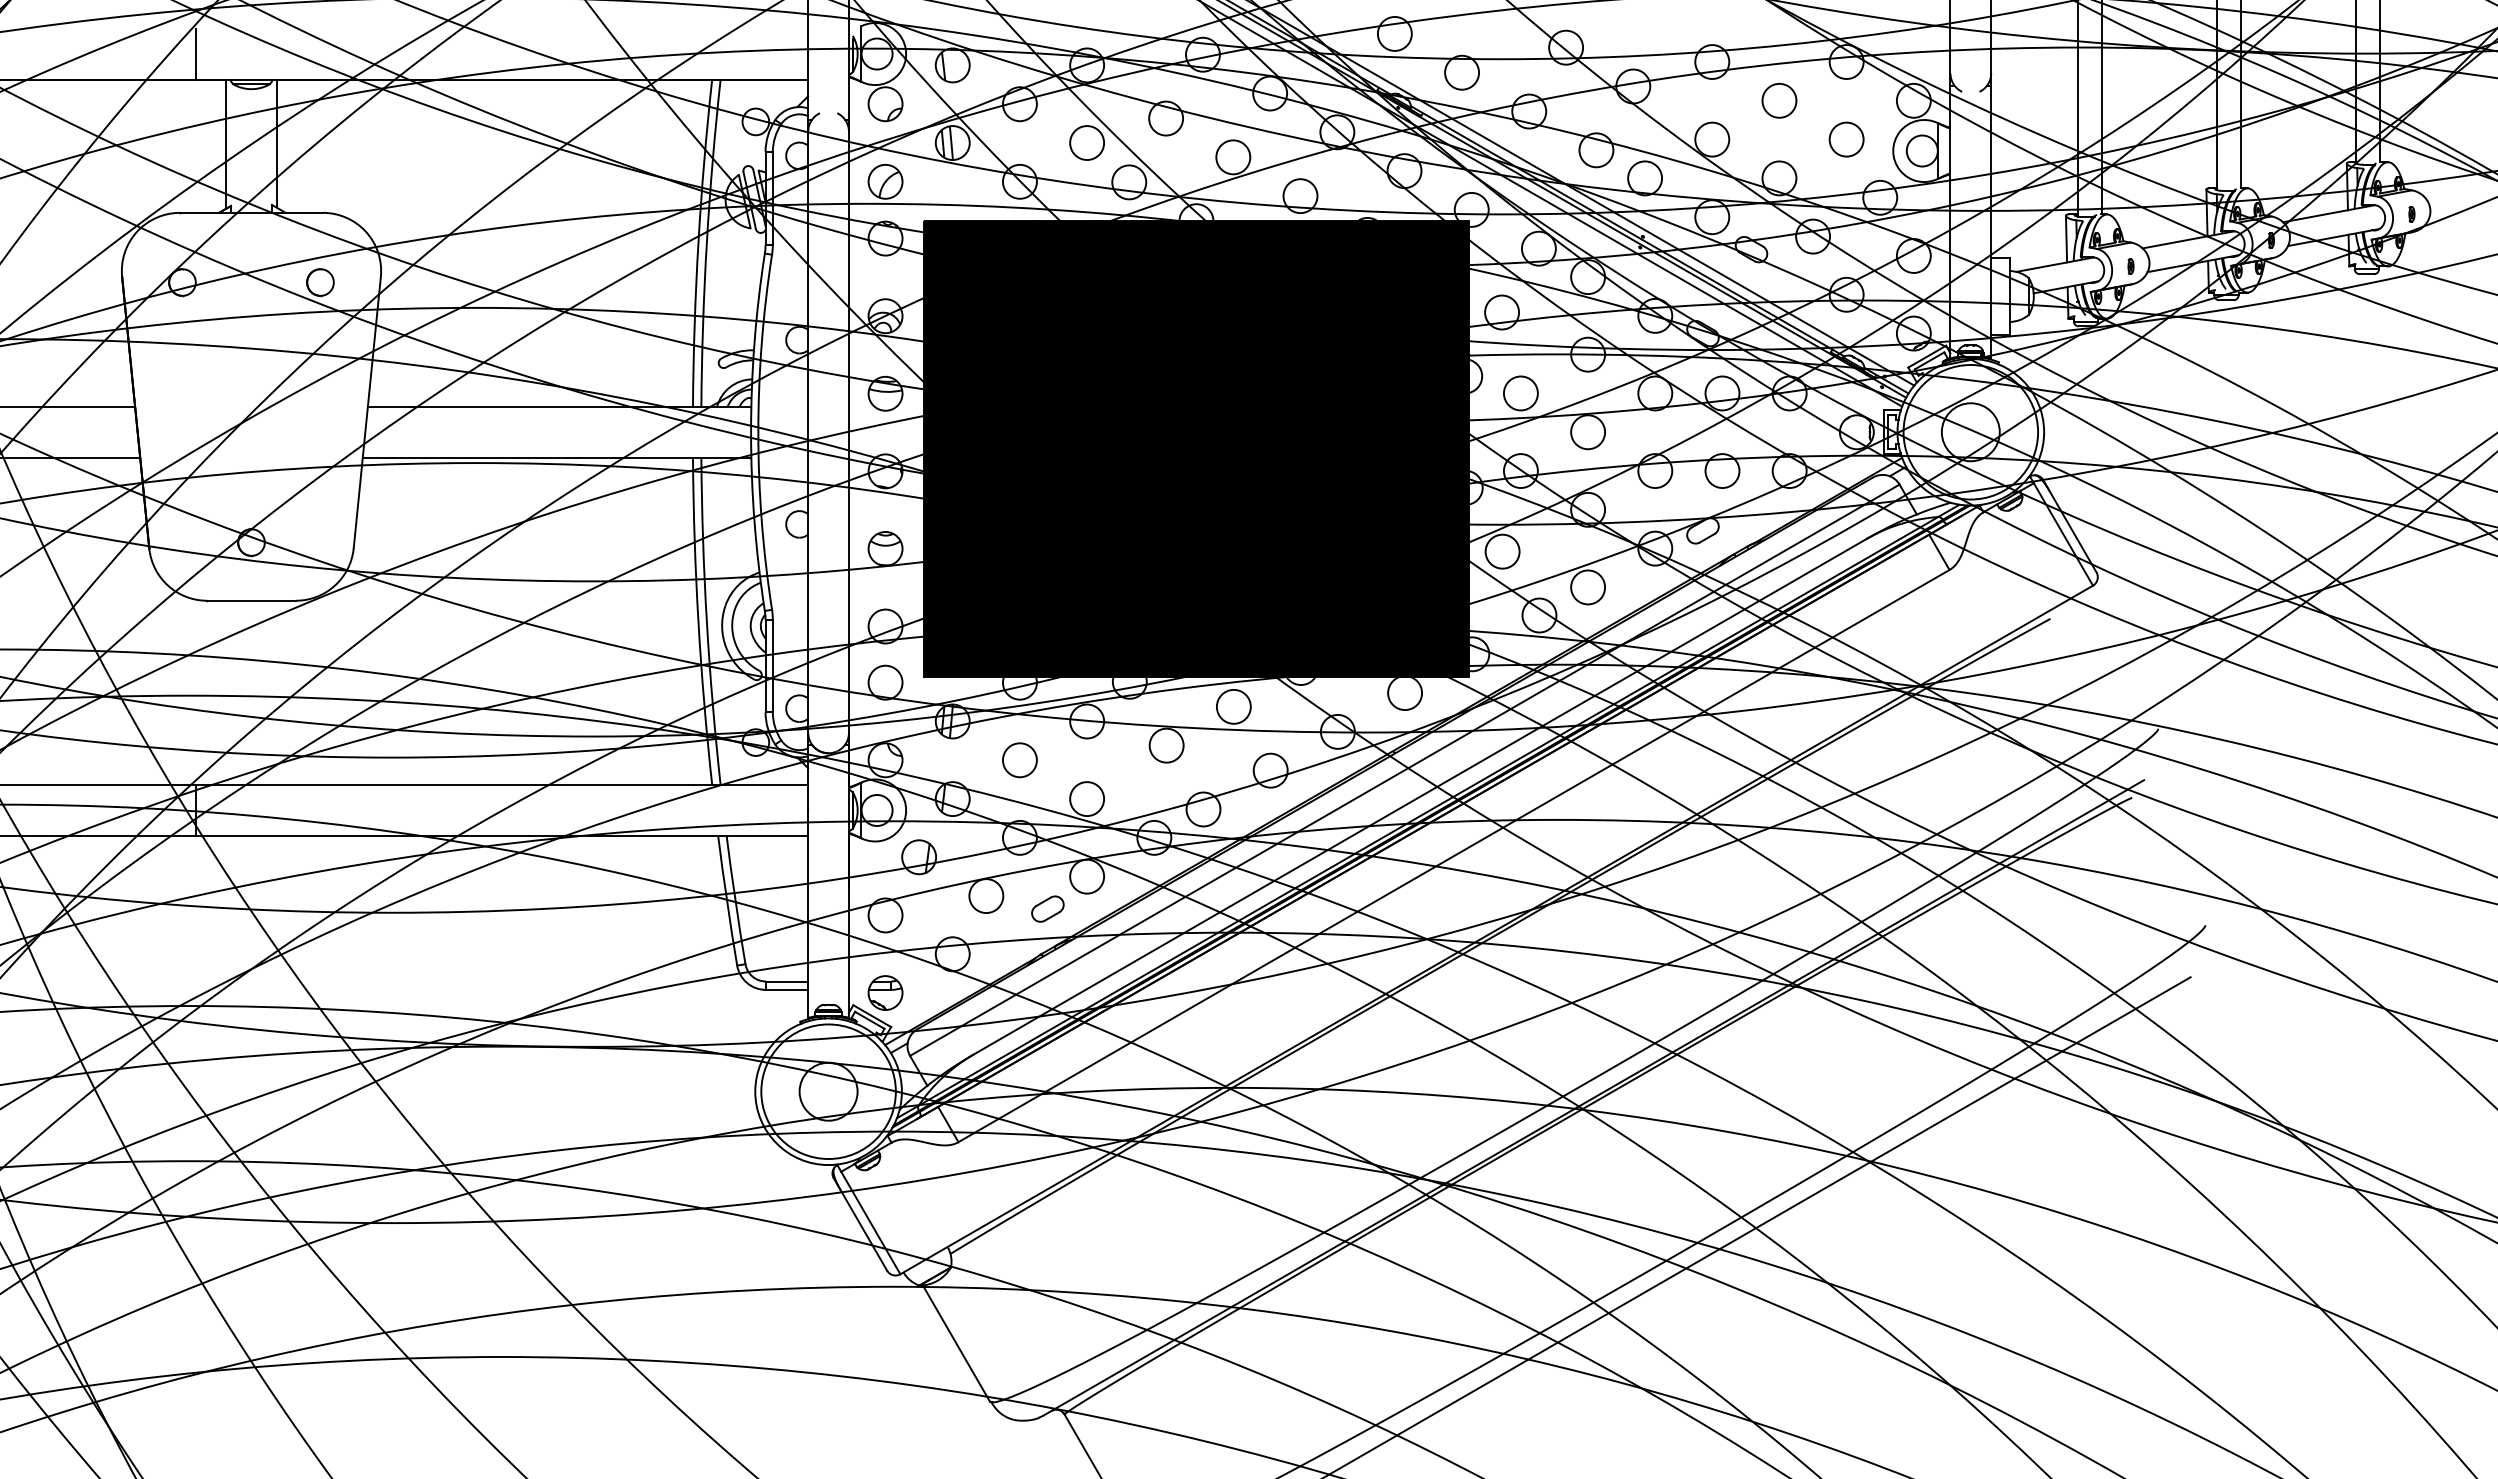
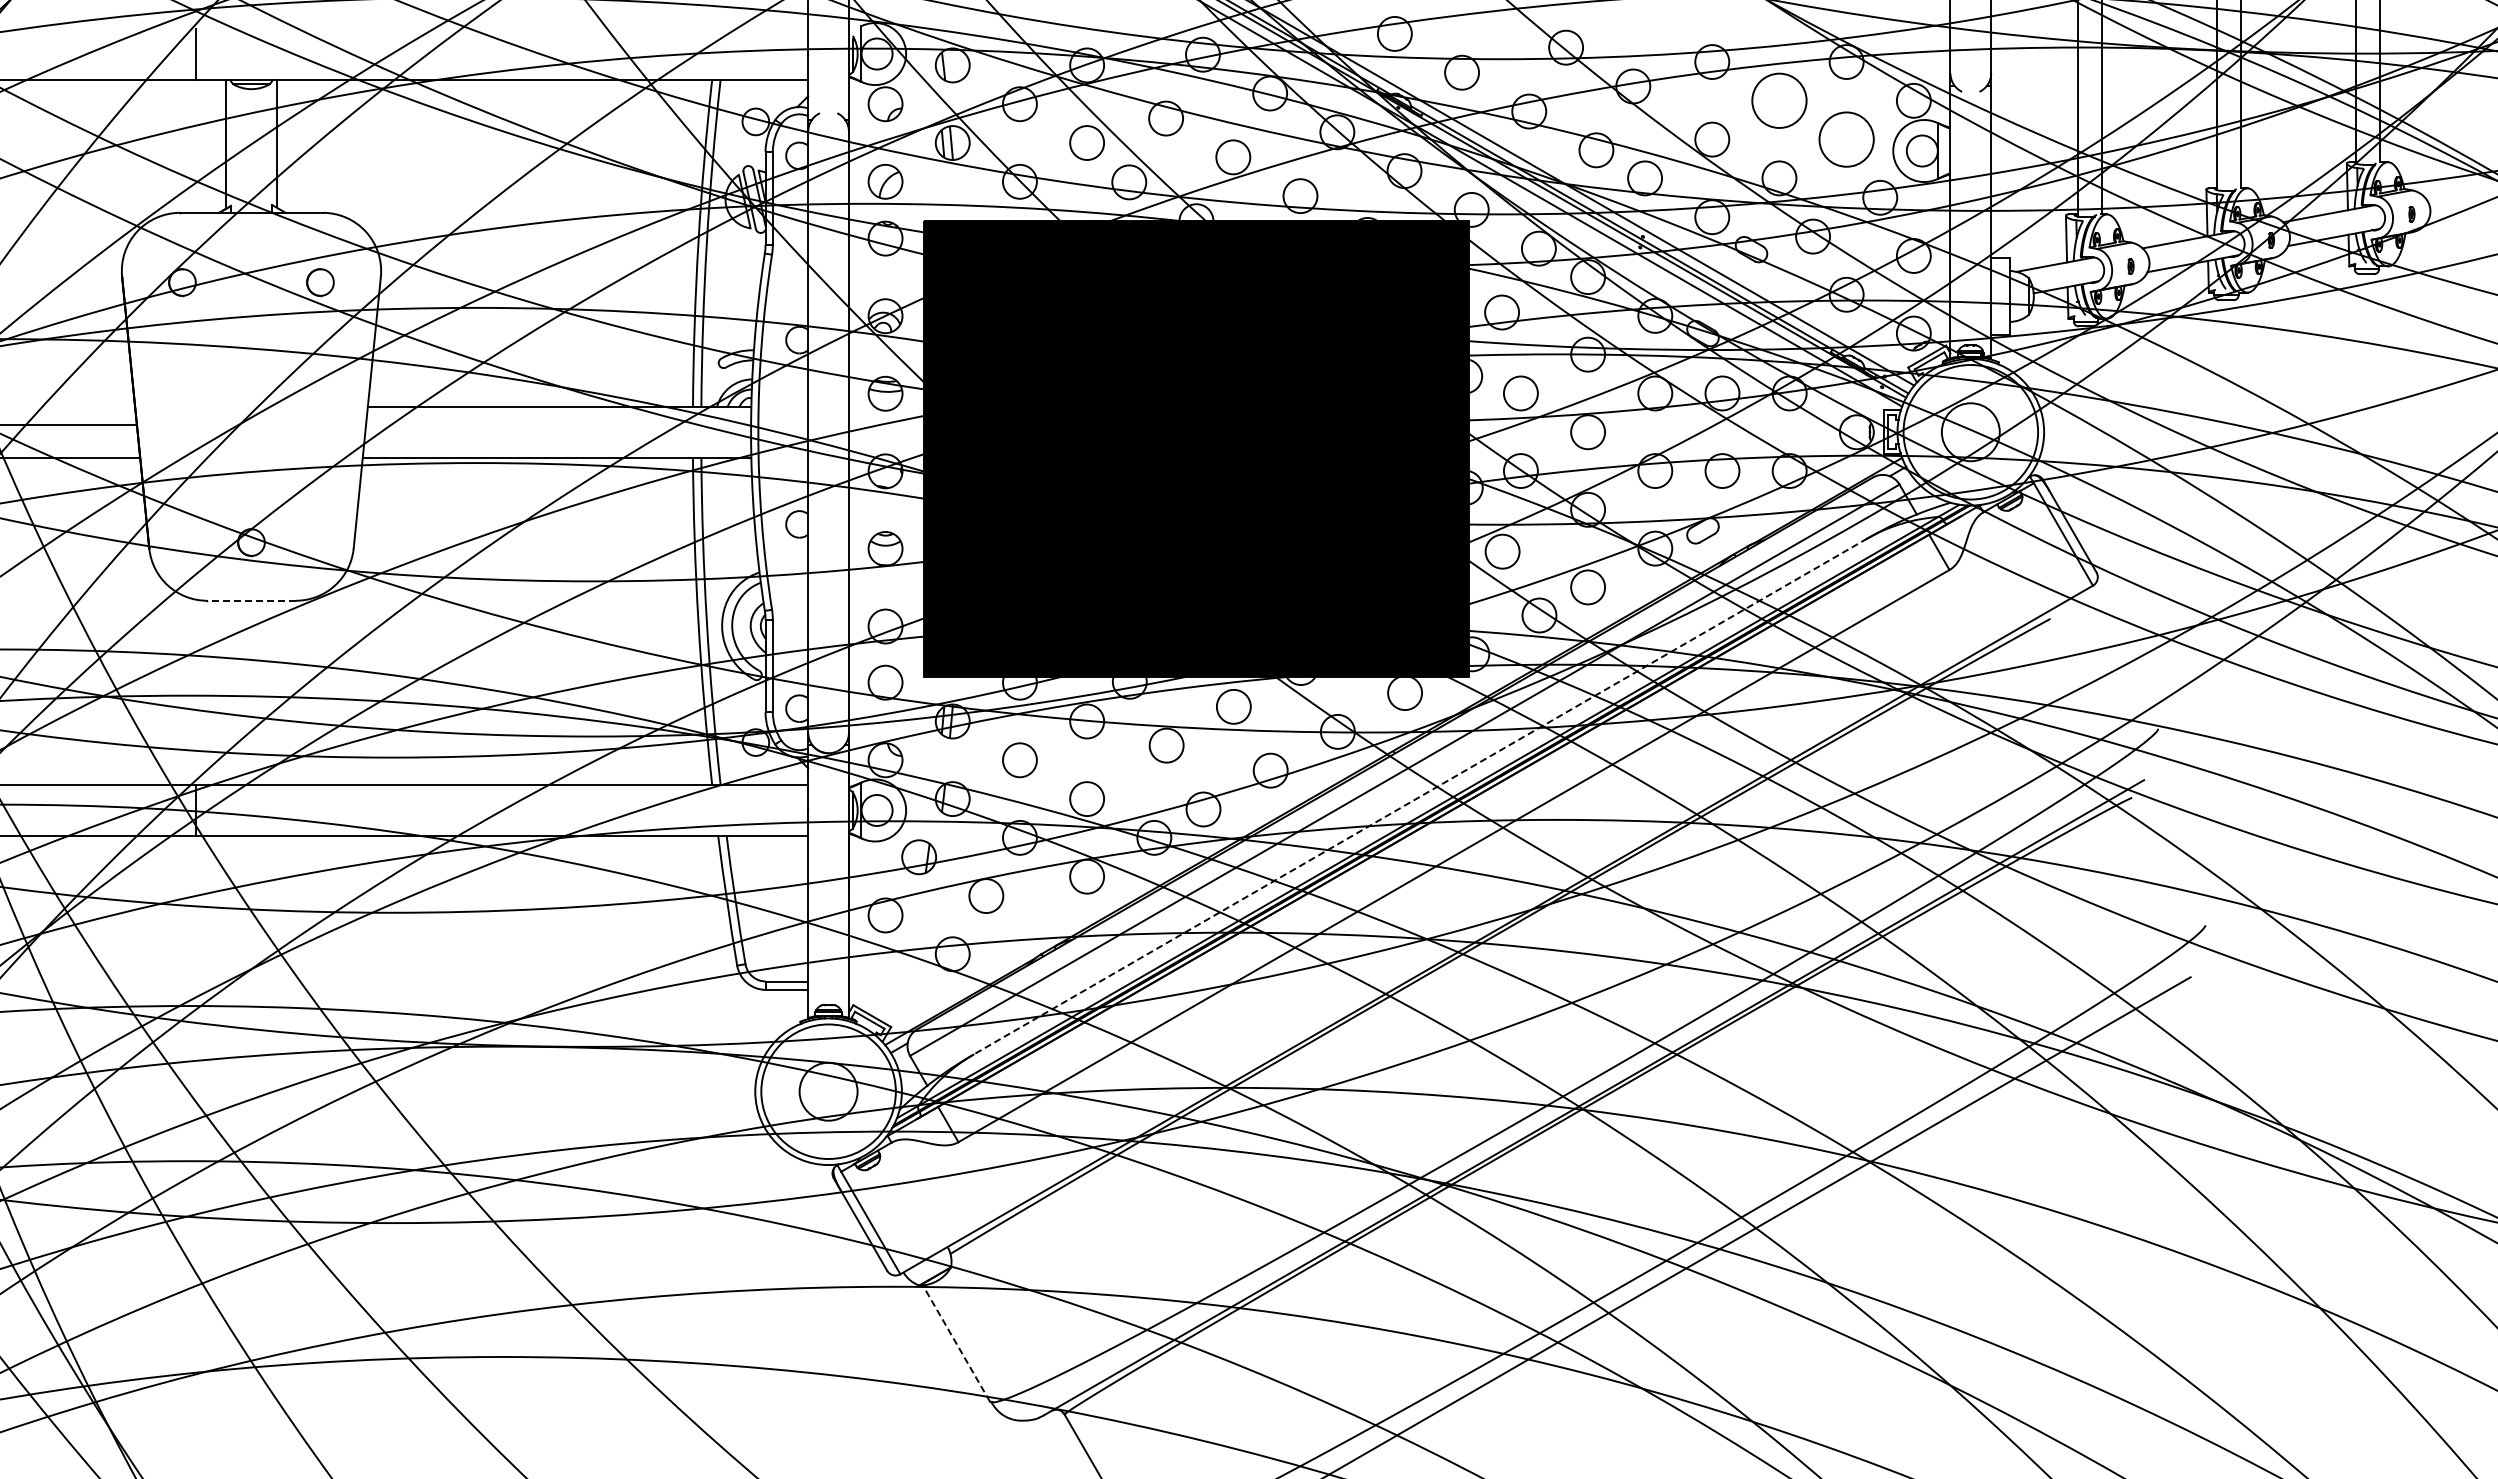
circle at (1779, 100) diameter: 34 px -> 54 px
circle at (1846, 139) diameter: 34 px -> 54 px
line at (68, 406) position: (68, 406) -> (68, 424)
line at (251, 600): solid -> dashed
line at (1419, 797): solid -> dashed
part at (1047, 908): present -> none
part at (885, 992): present -> none
line at (956, 1343): solid -> dashed
